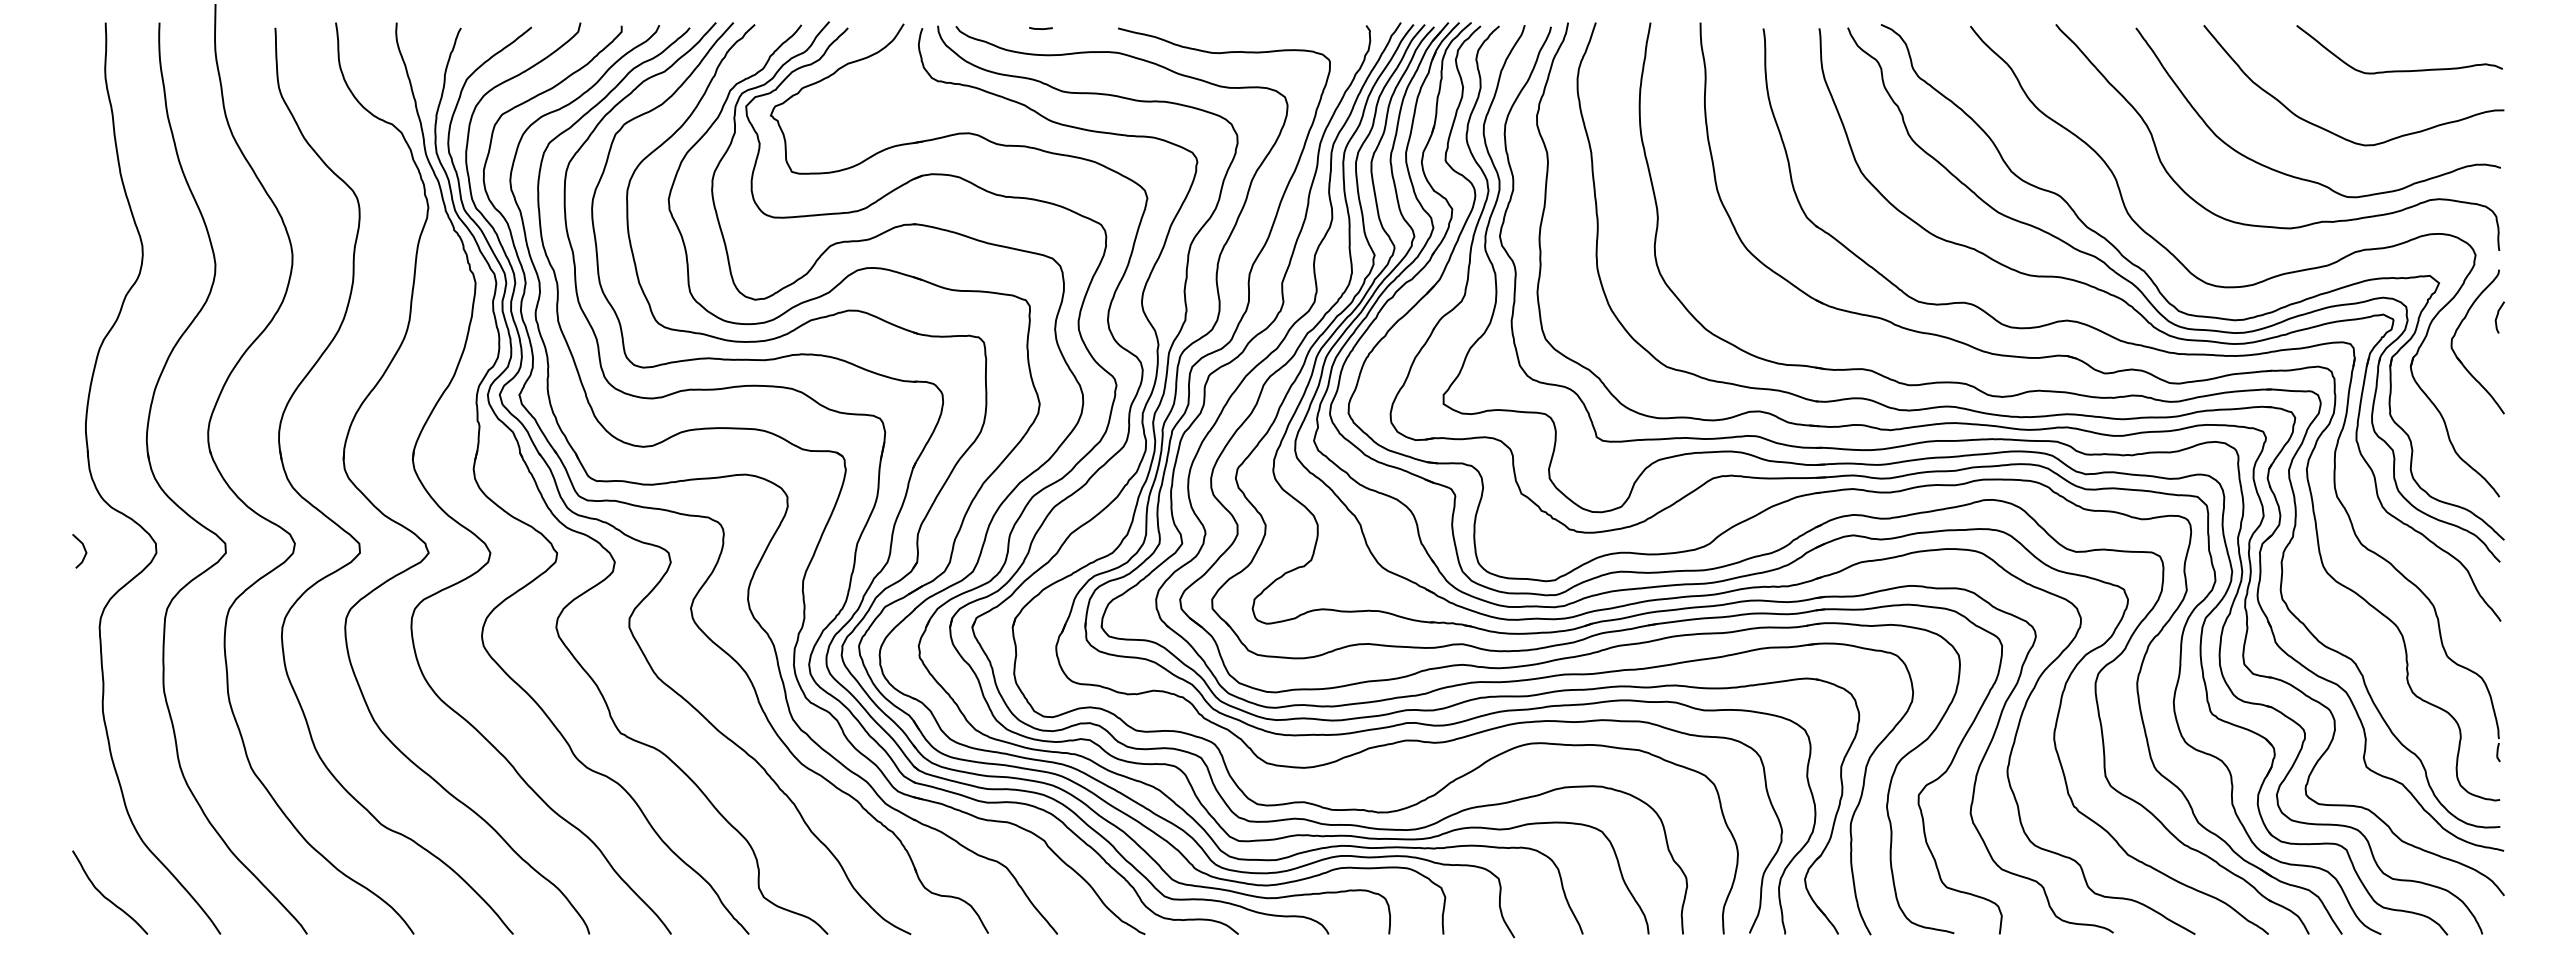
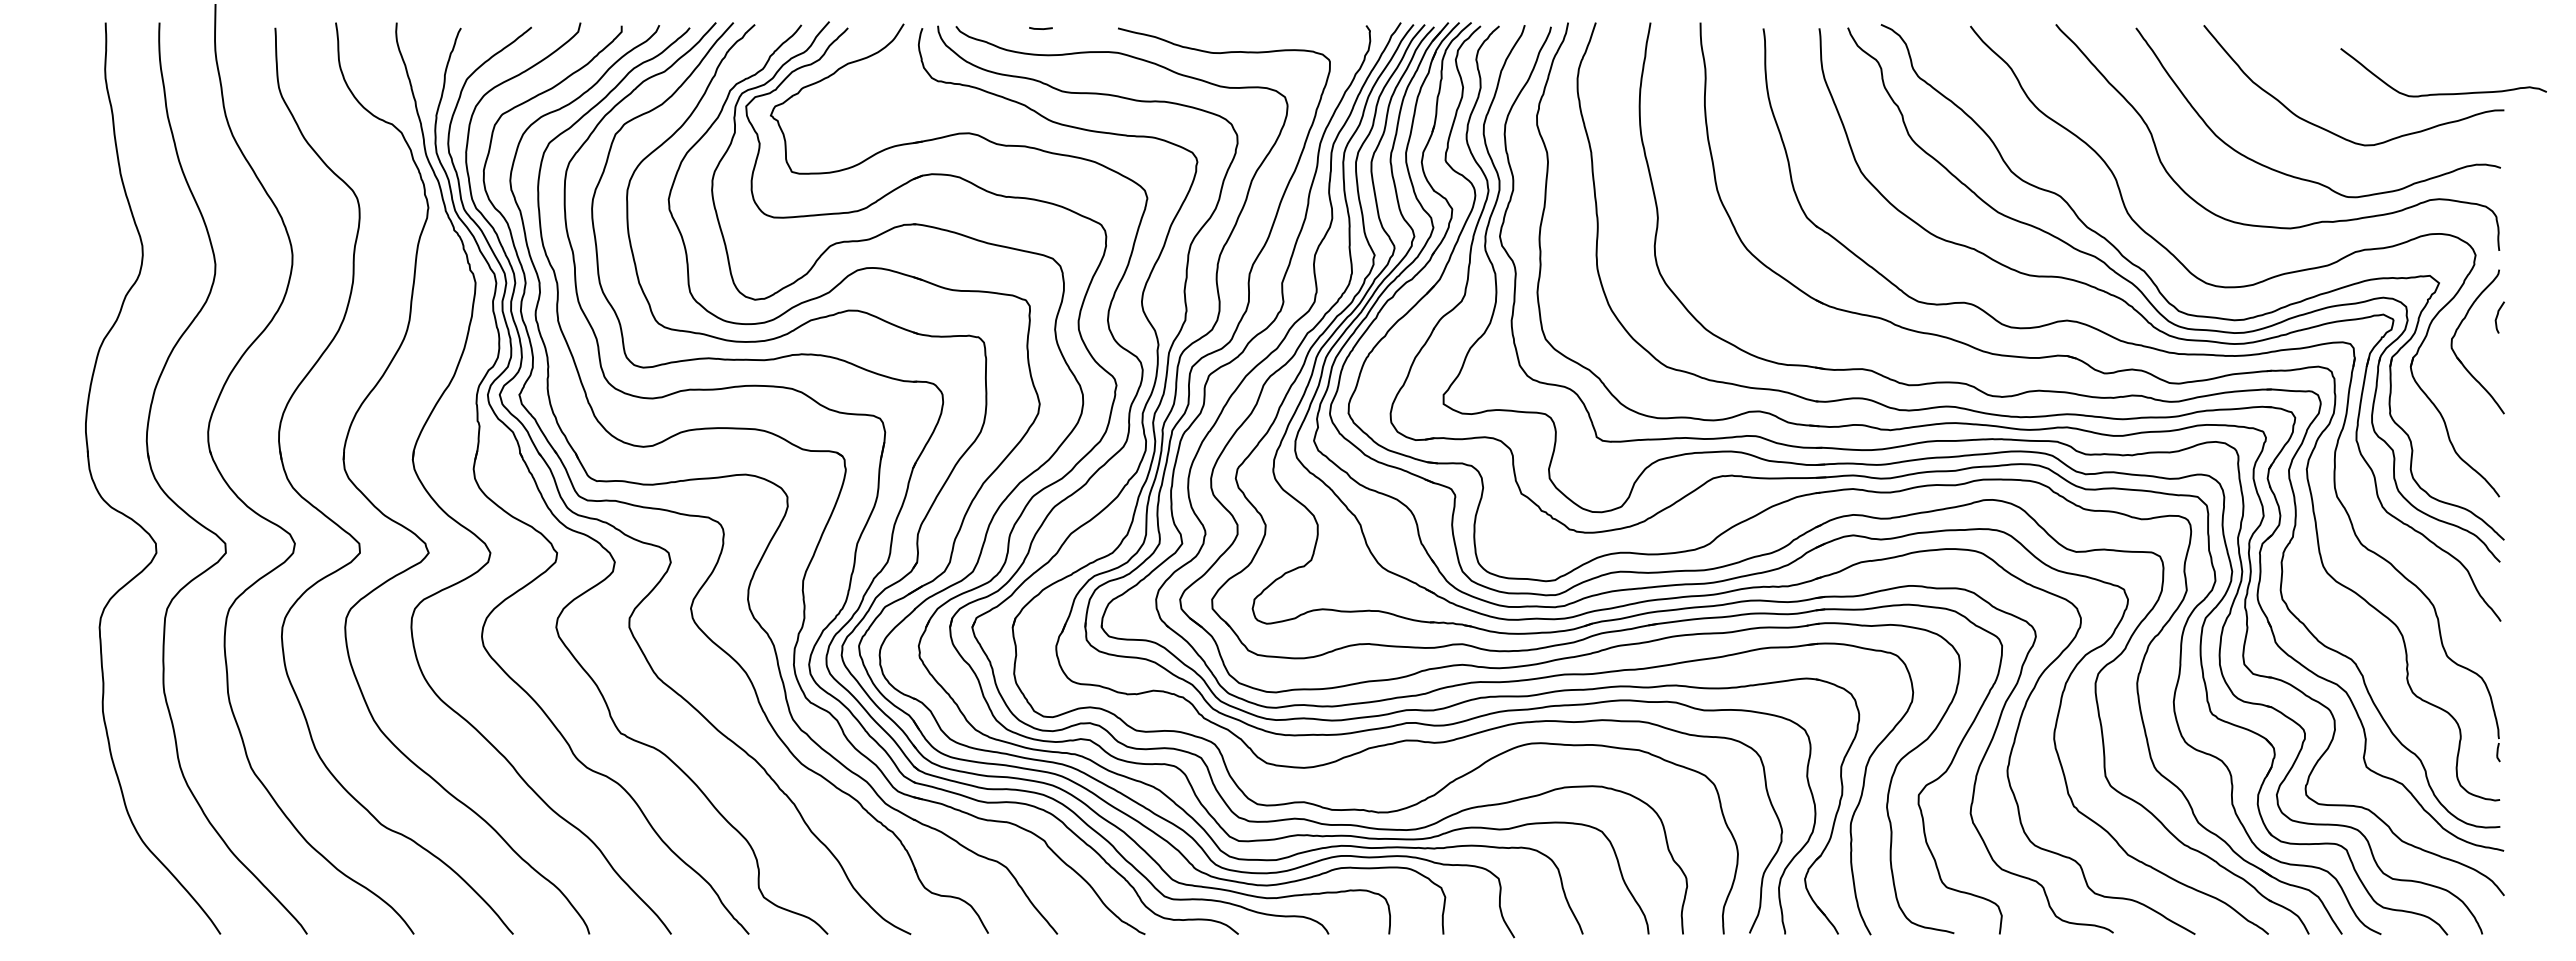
curve at (2399, 70) position: (2399, 70) -> (2443, 93)
line at (83, 548): present -> none
curve at (108, 898): present -> none
